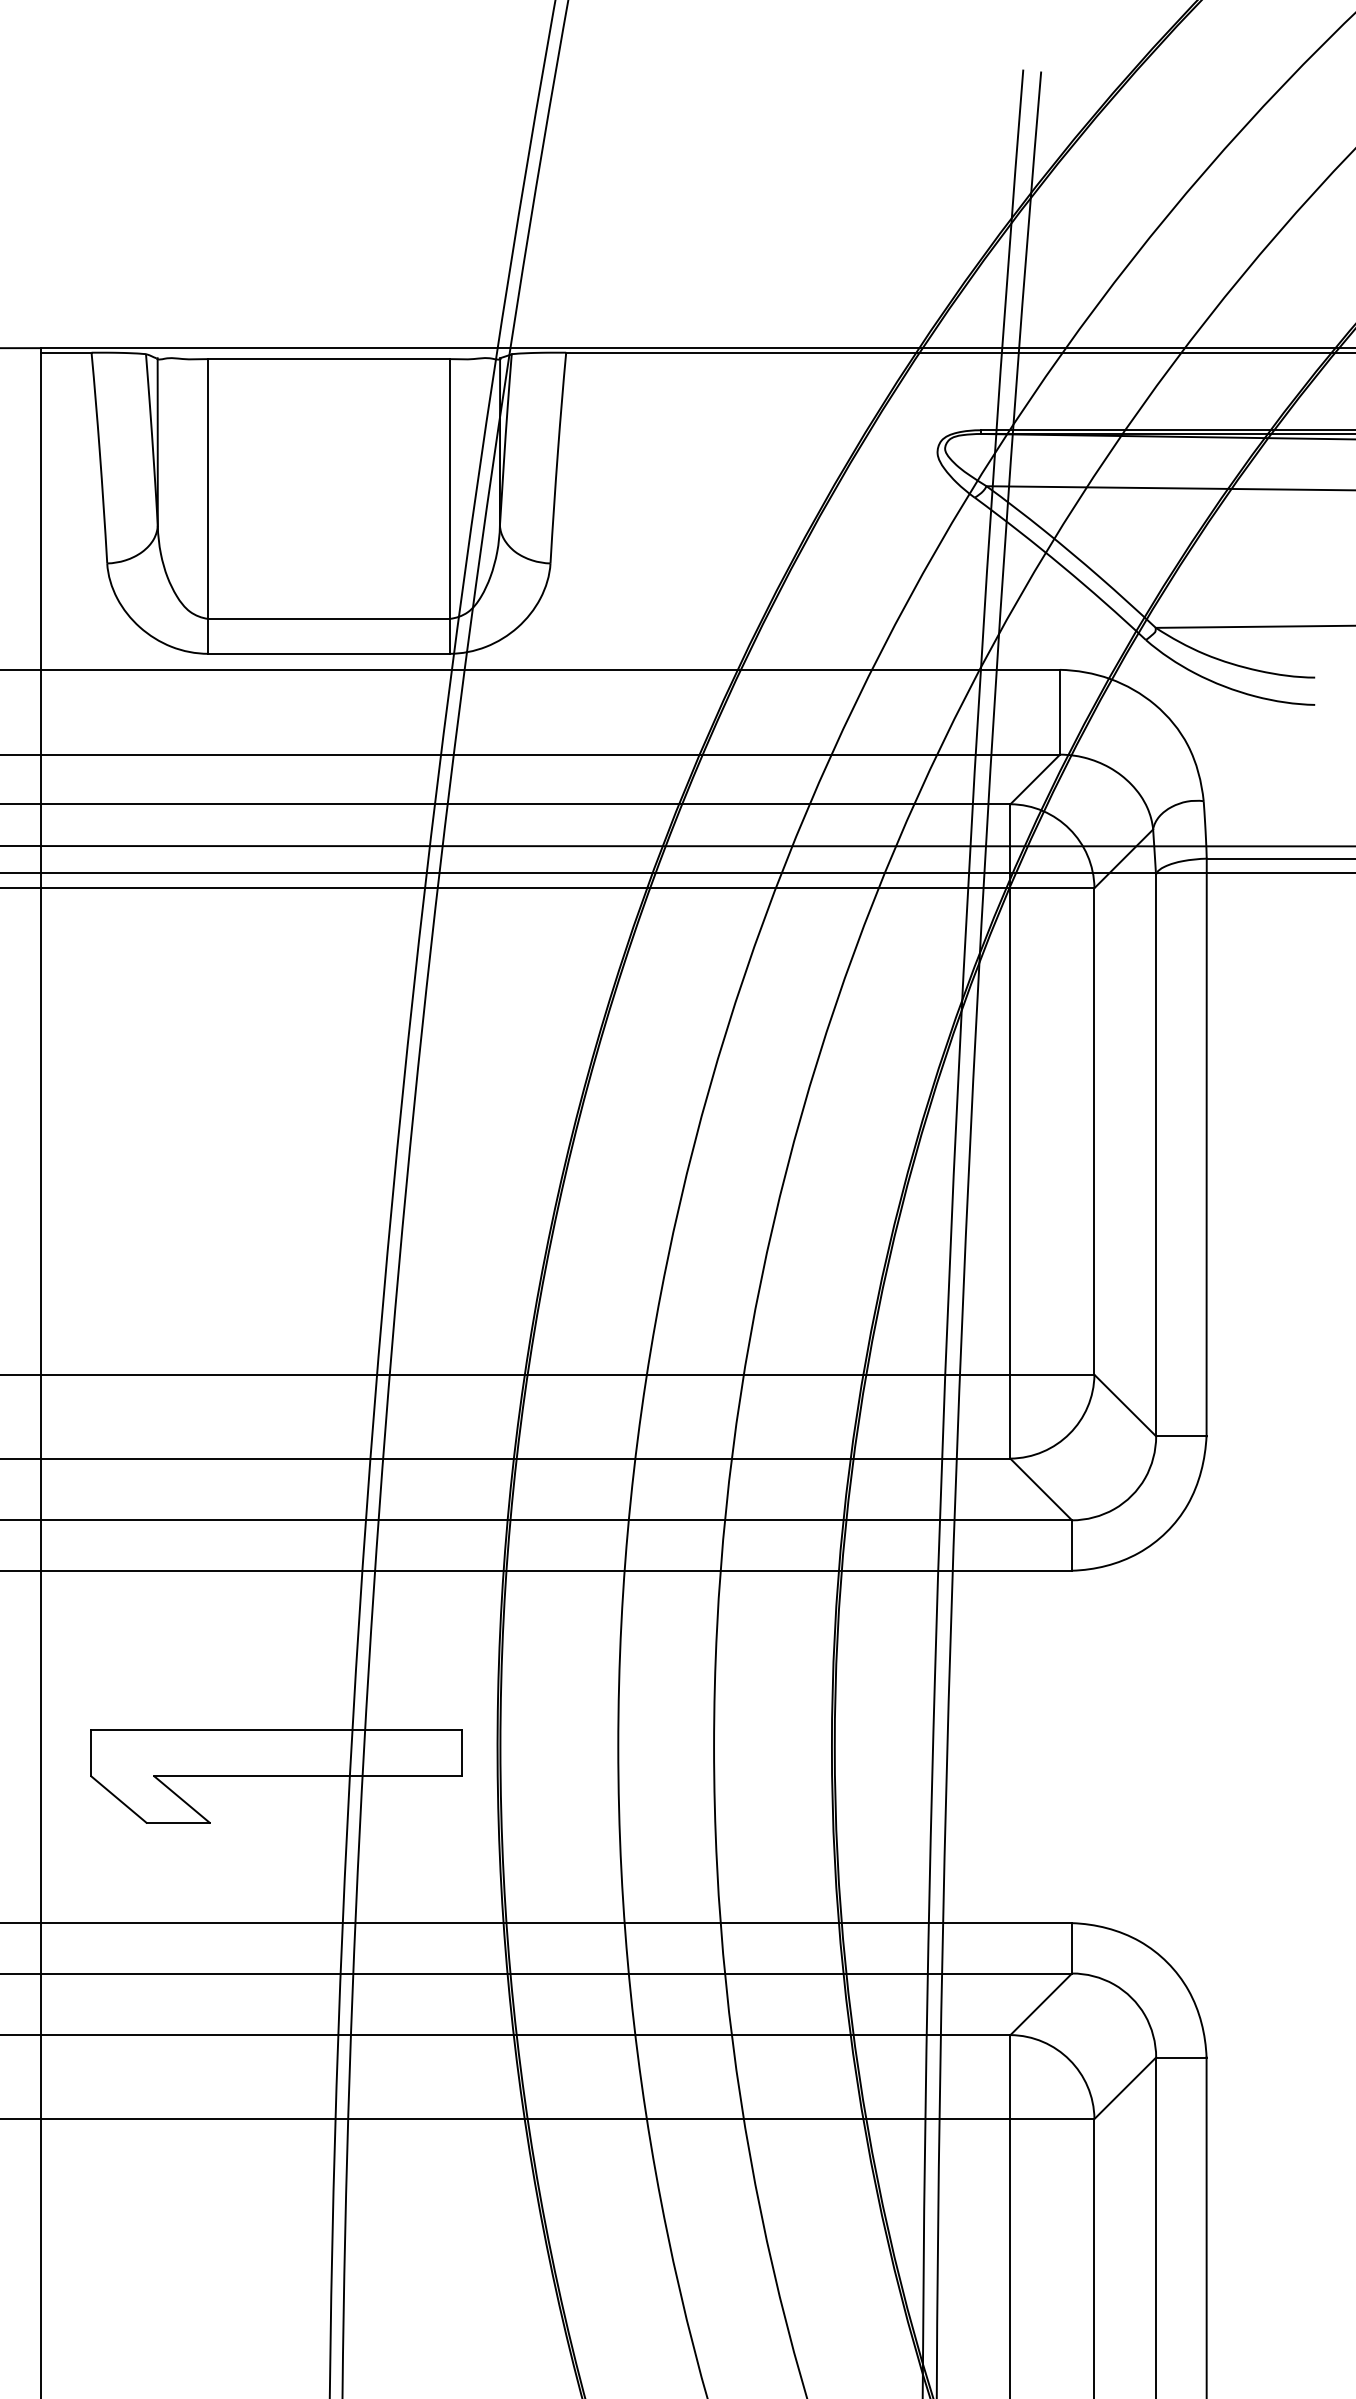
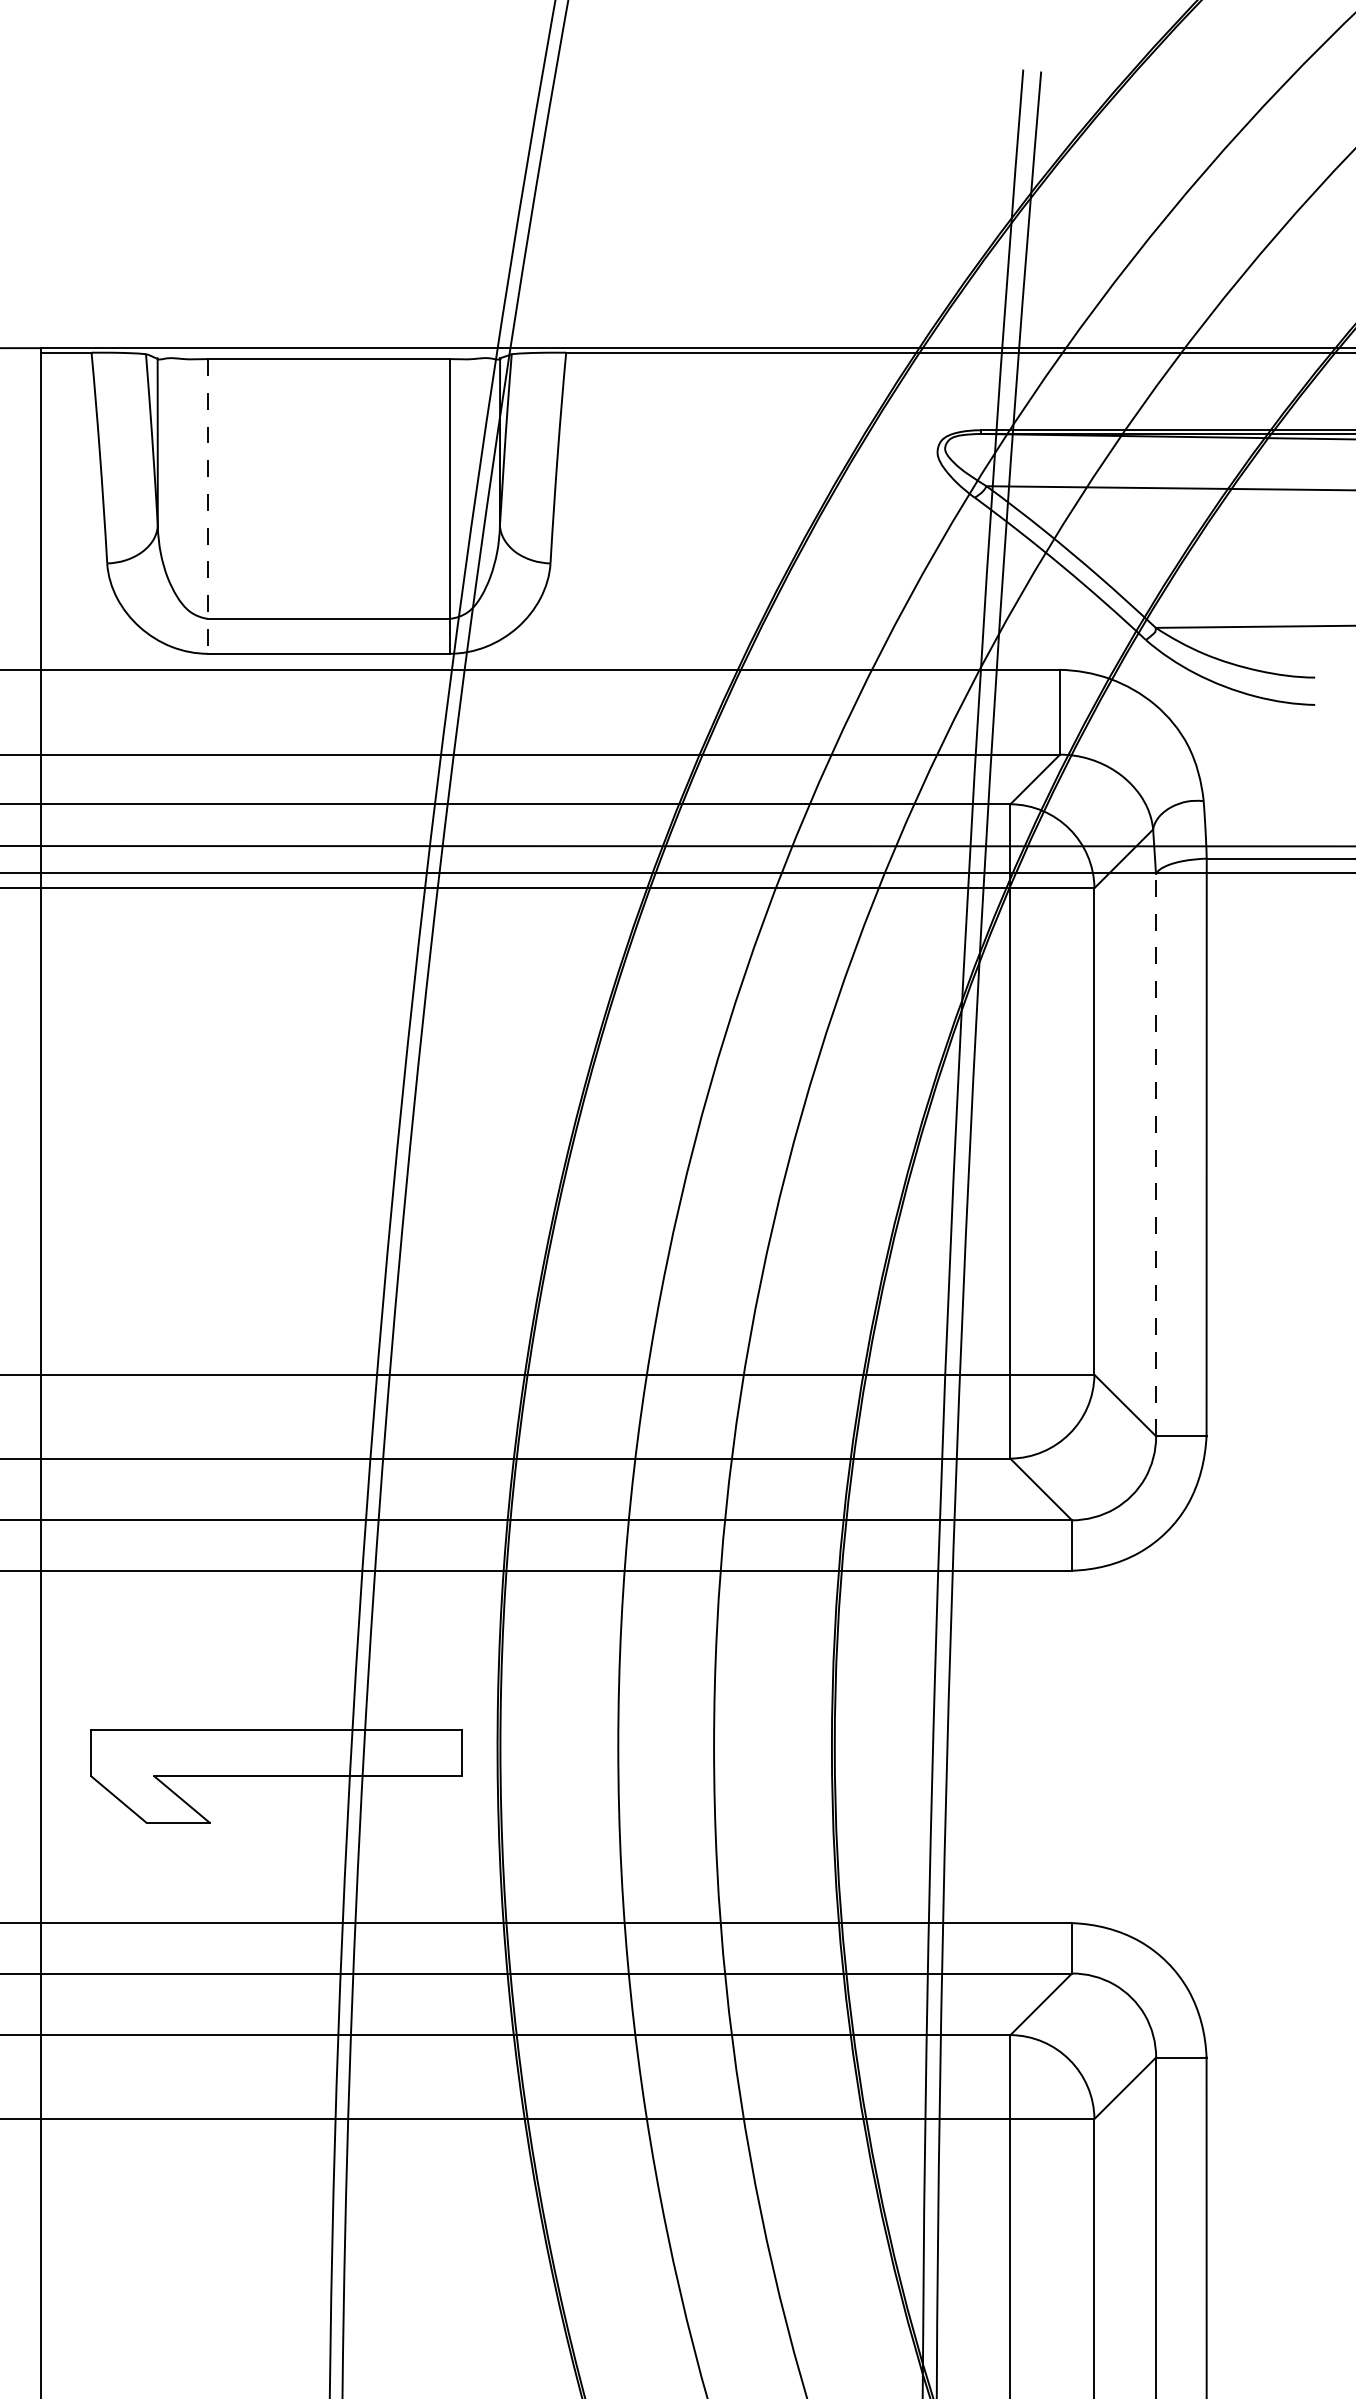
line at (208, 506): solid -> dashed
line at (1156, 1155): solid -> dashed
